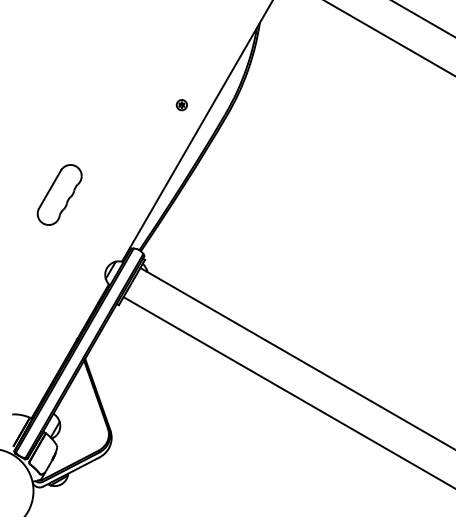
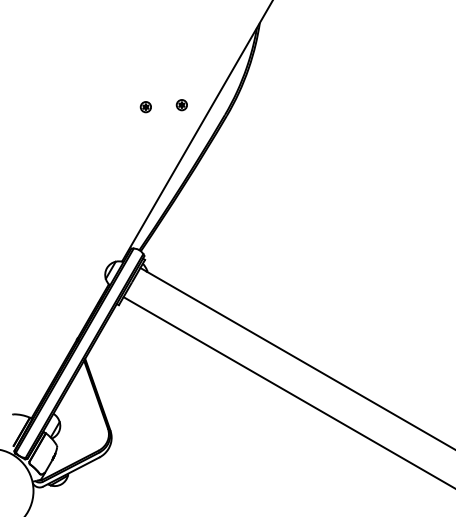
line at (423, 18): present -> none
line at (389, 38): present -> none
part at (145, 107): none -> present
part at (59, 194): present -> none
